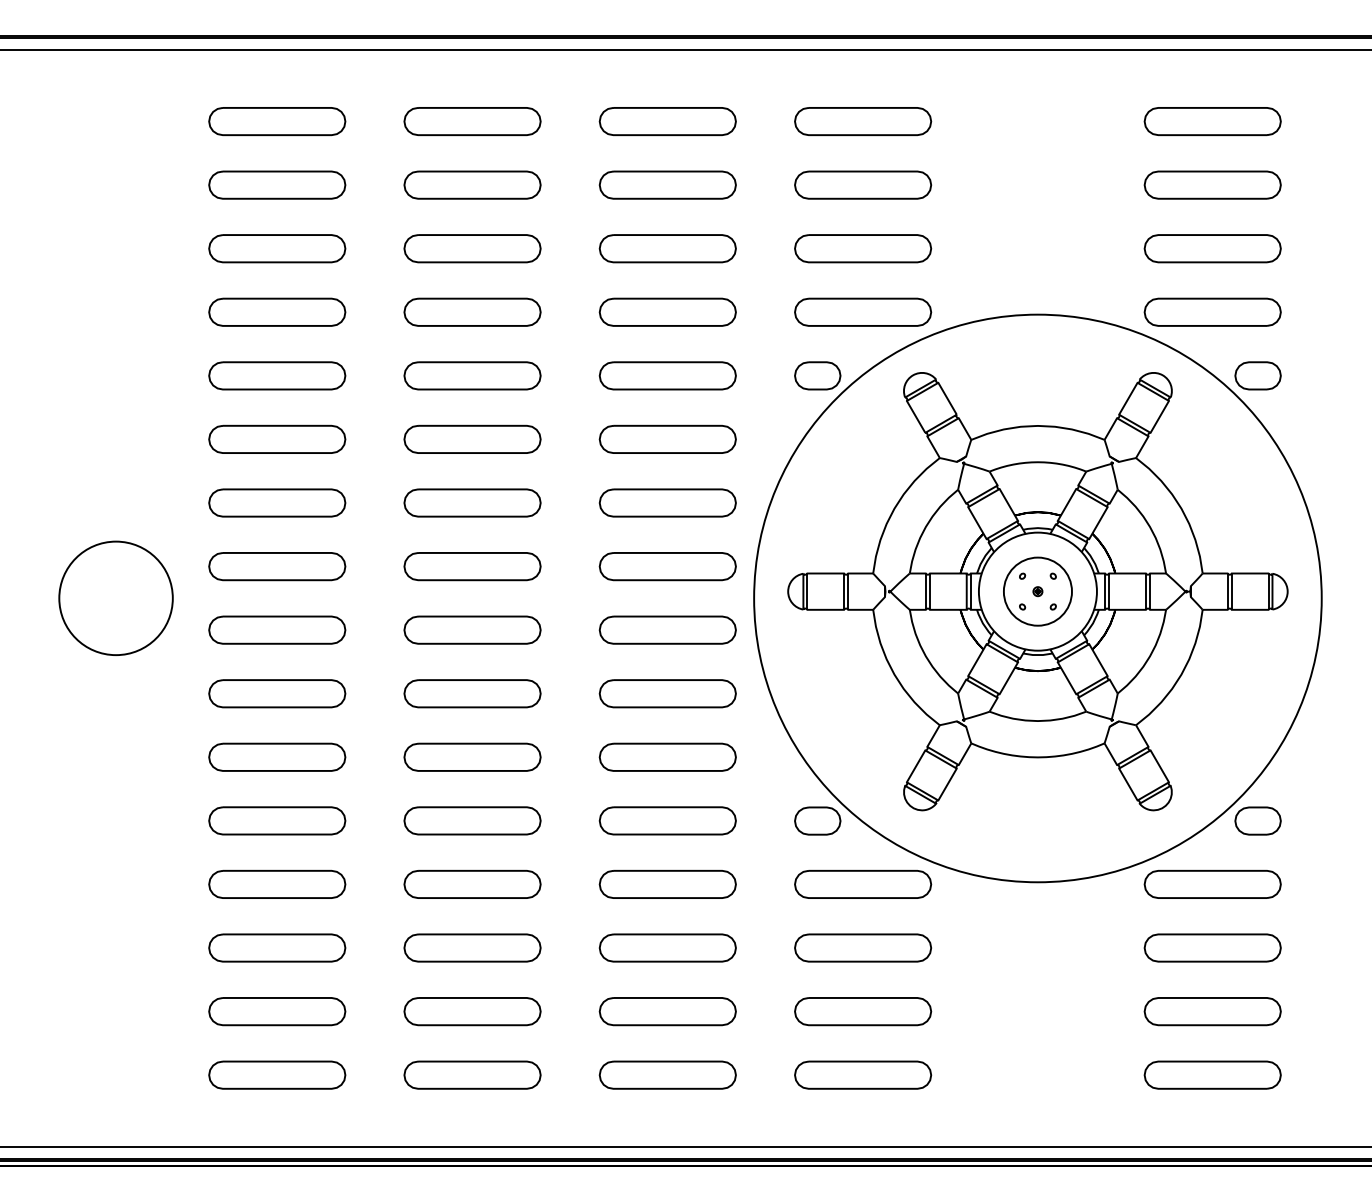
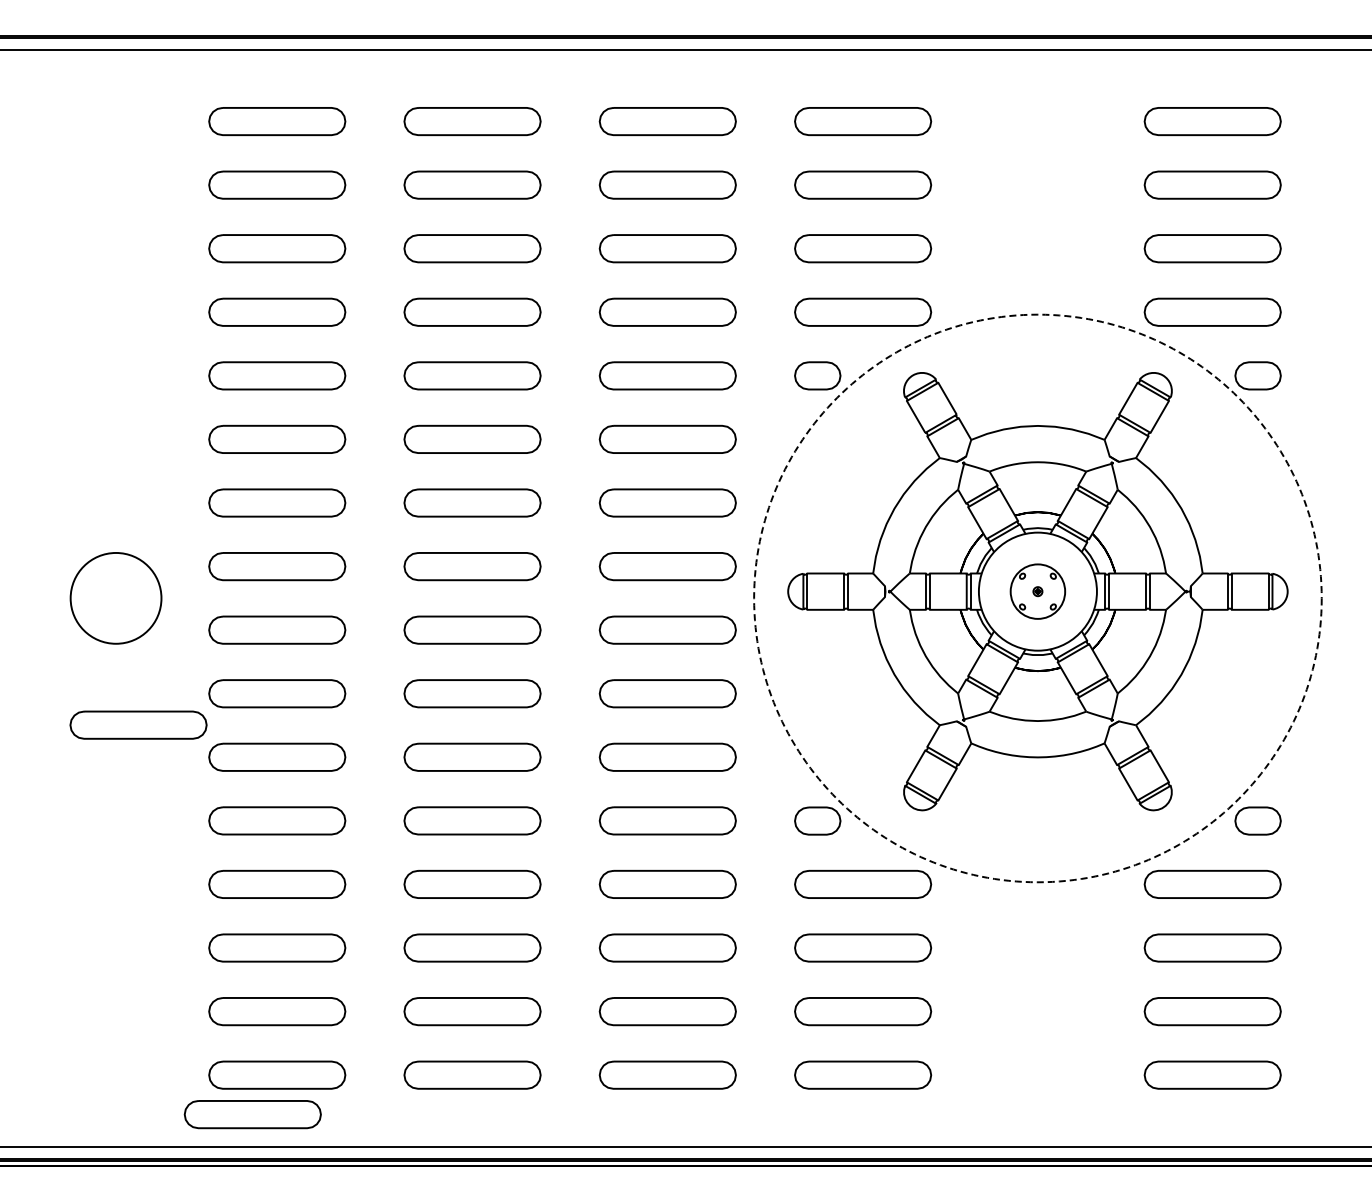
circle at (1037, 591) diameter: 68 px -> 54 px
circle at (115, 598) diameter: 114 px -> 91 px
circle at (1037, 598): solid -> dashed
part at (138, 724): none -> present
part at (252, 1114): none -> present
